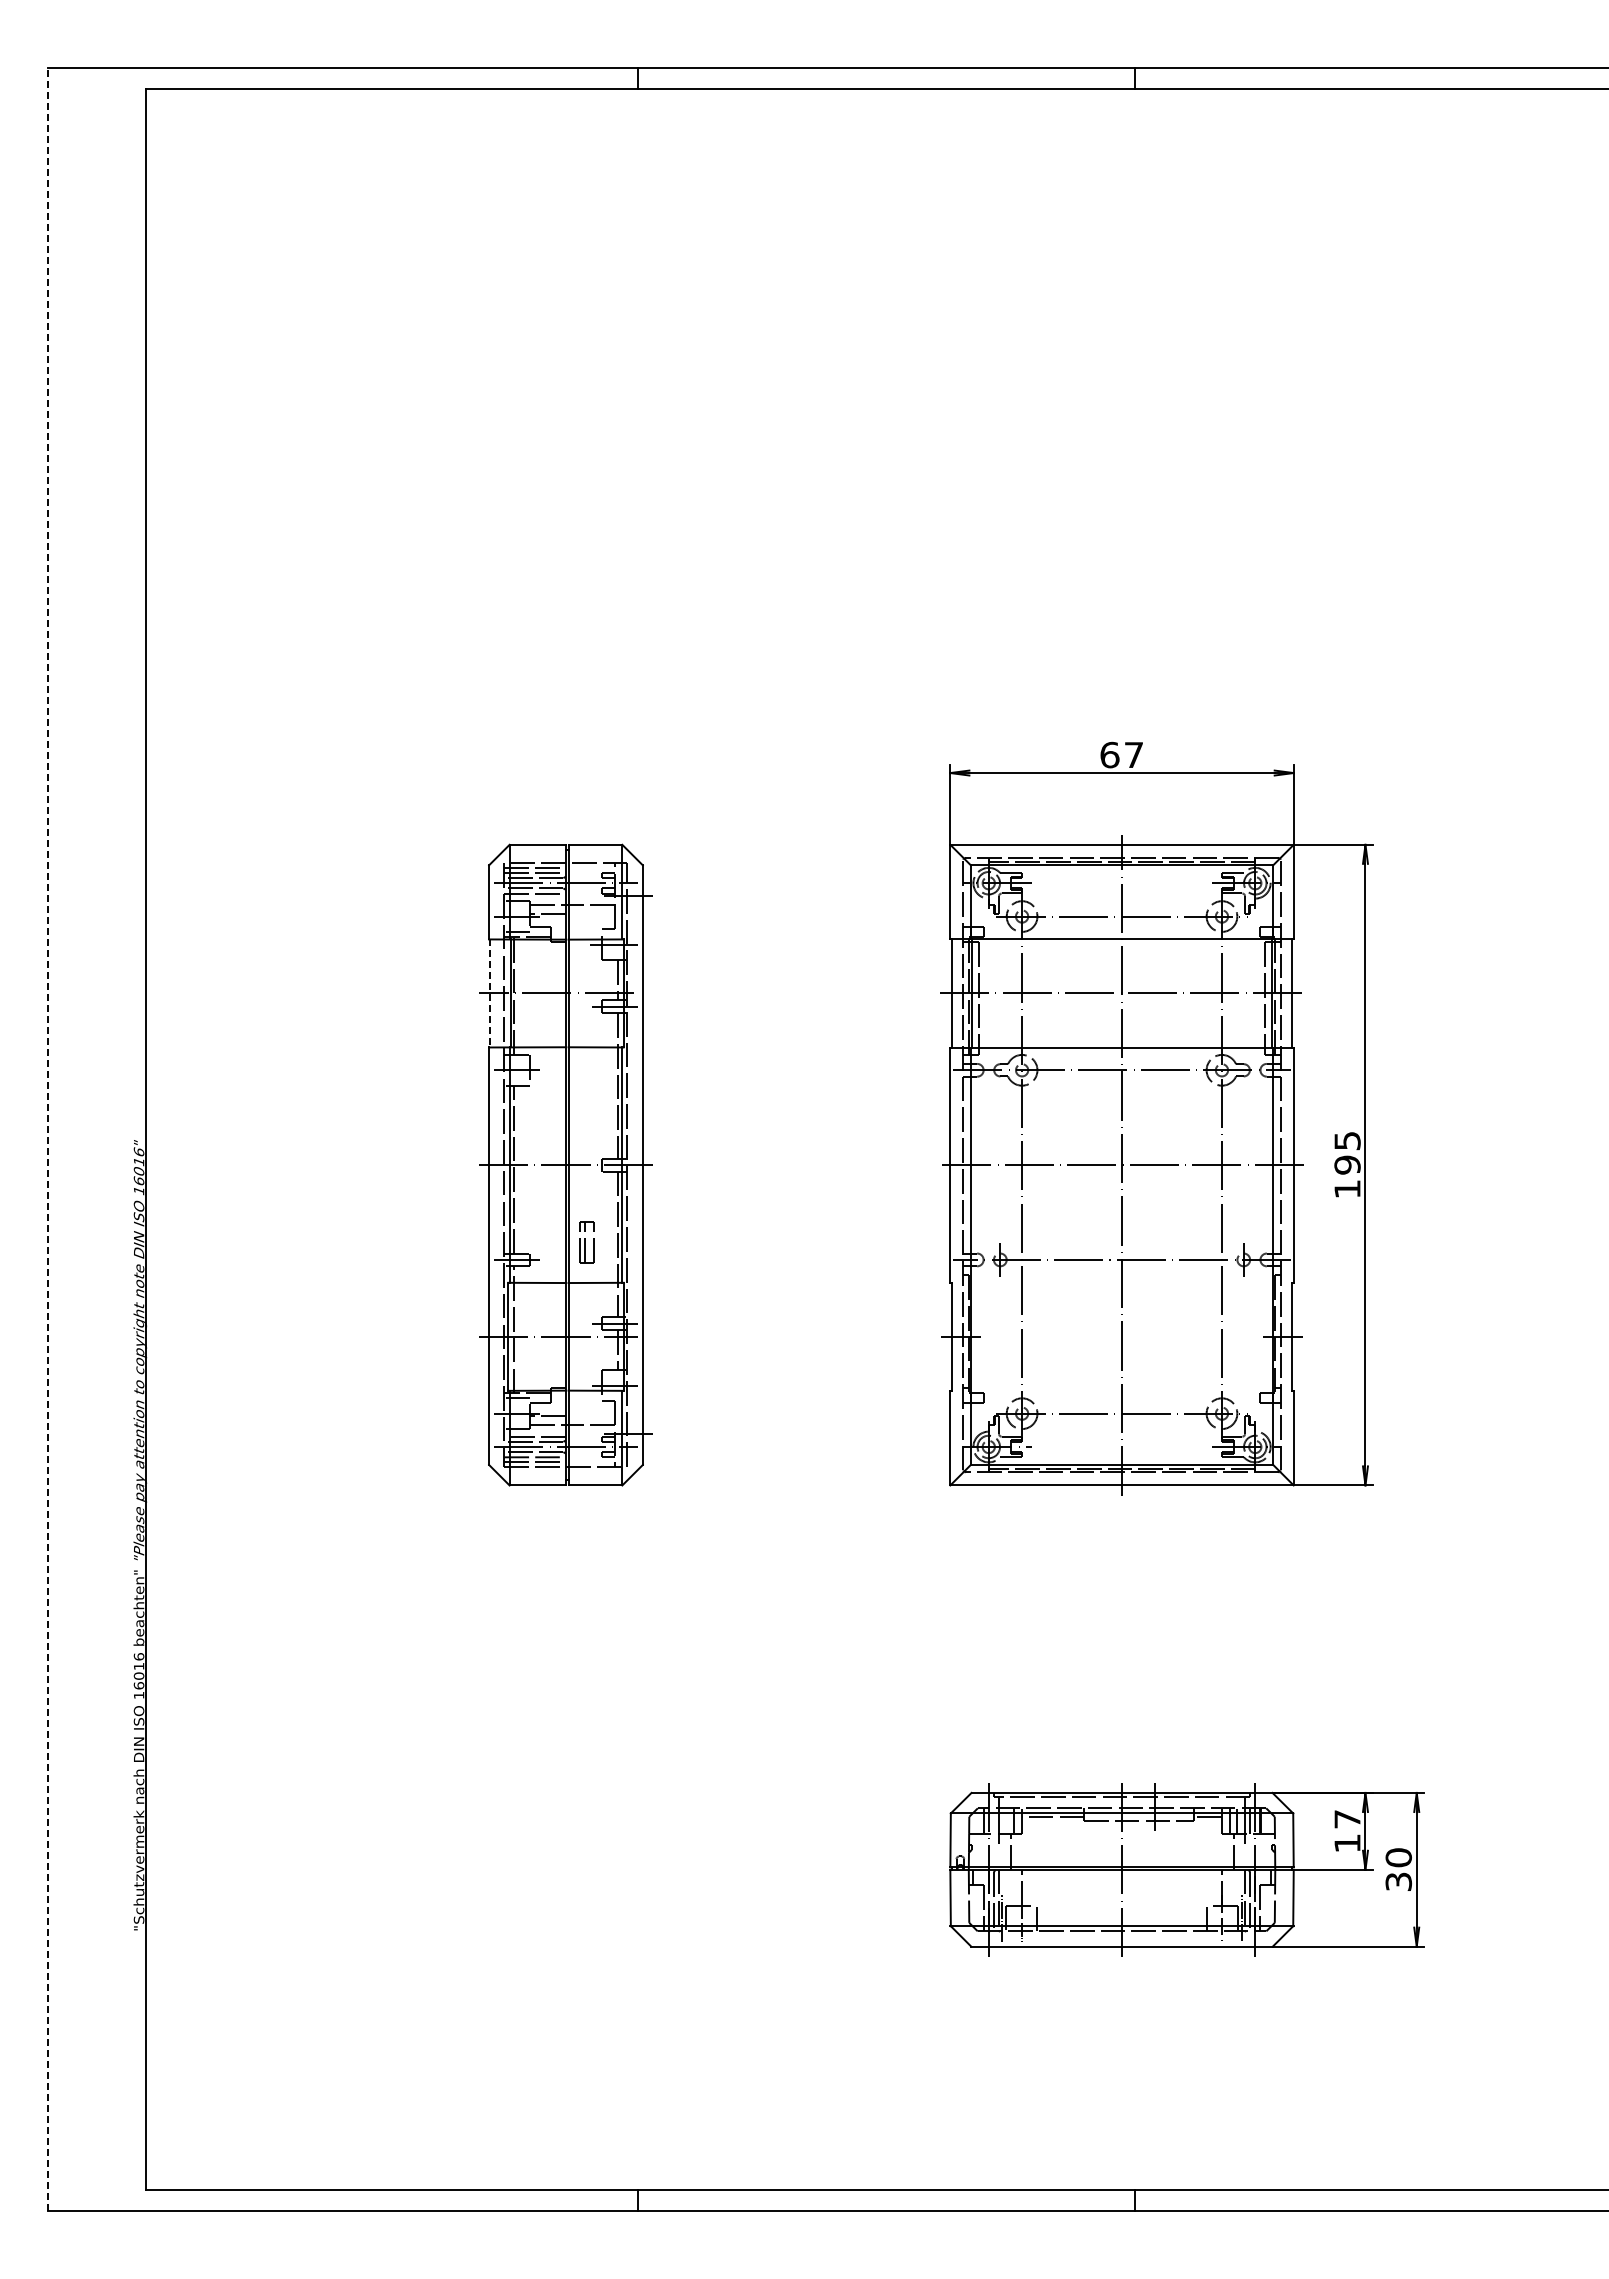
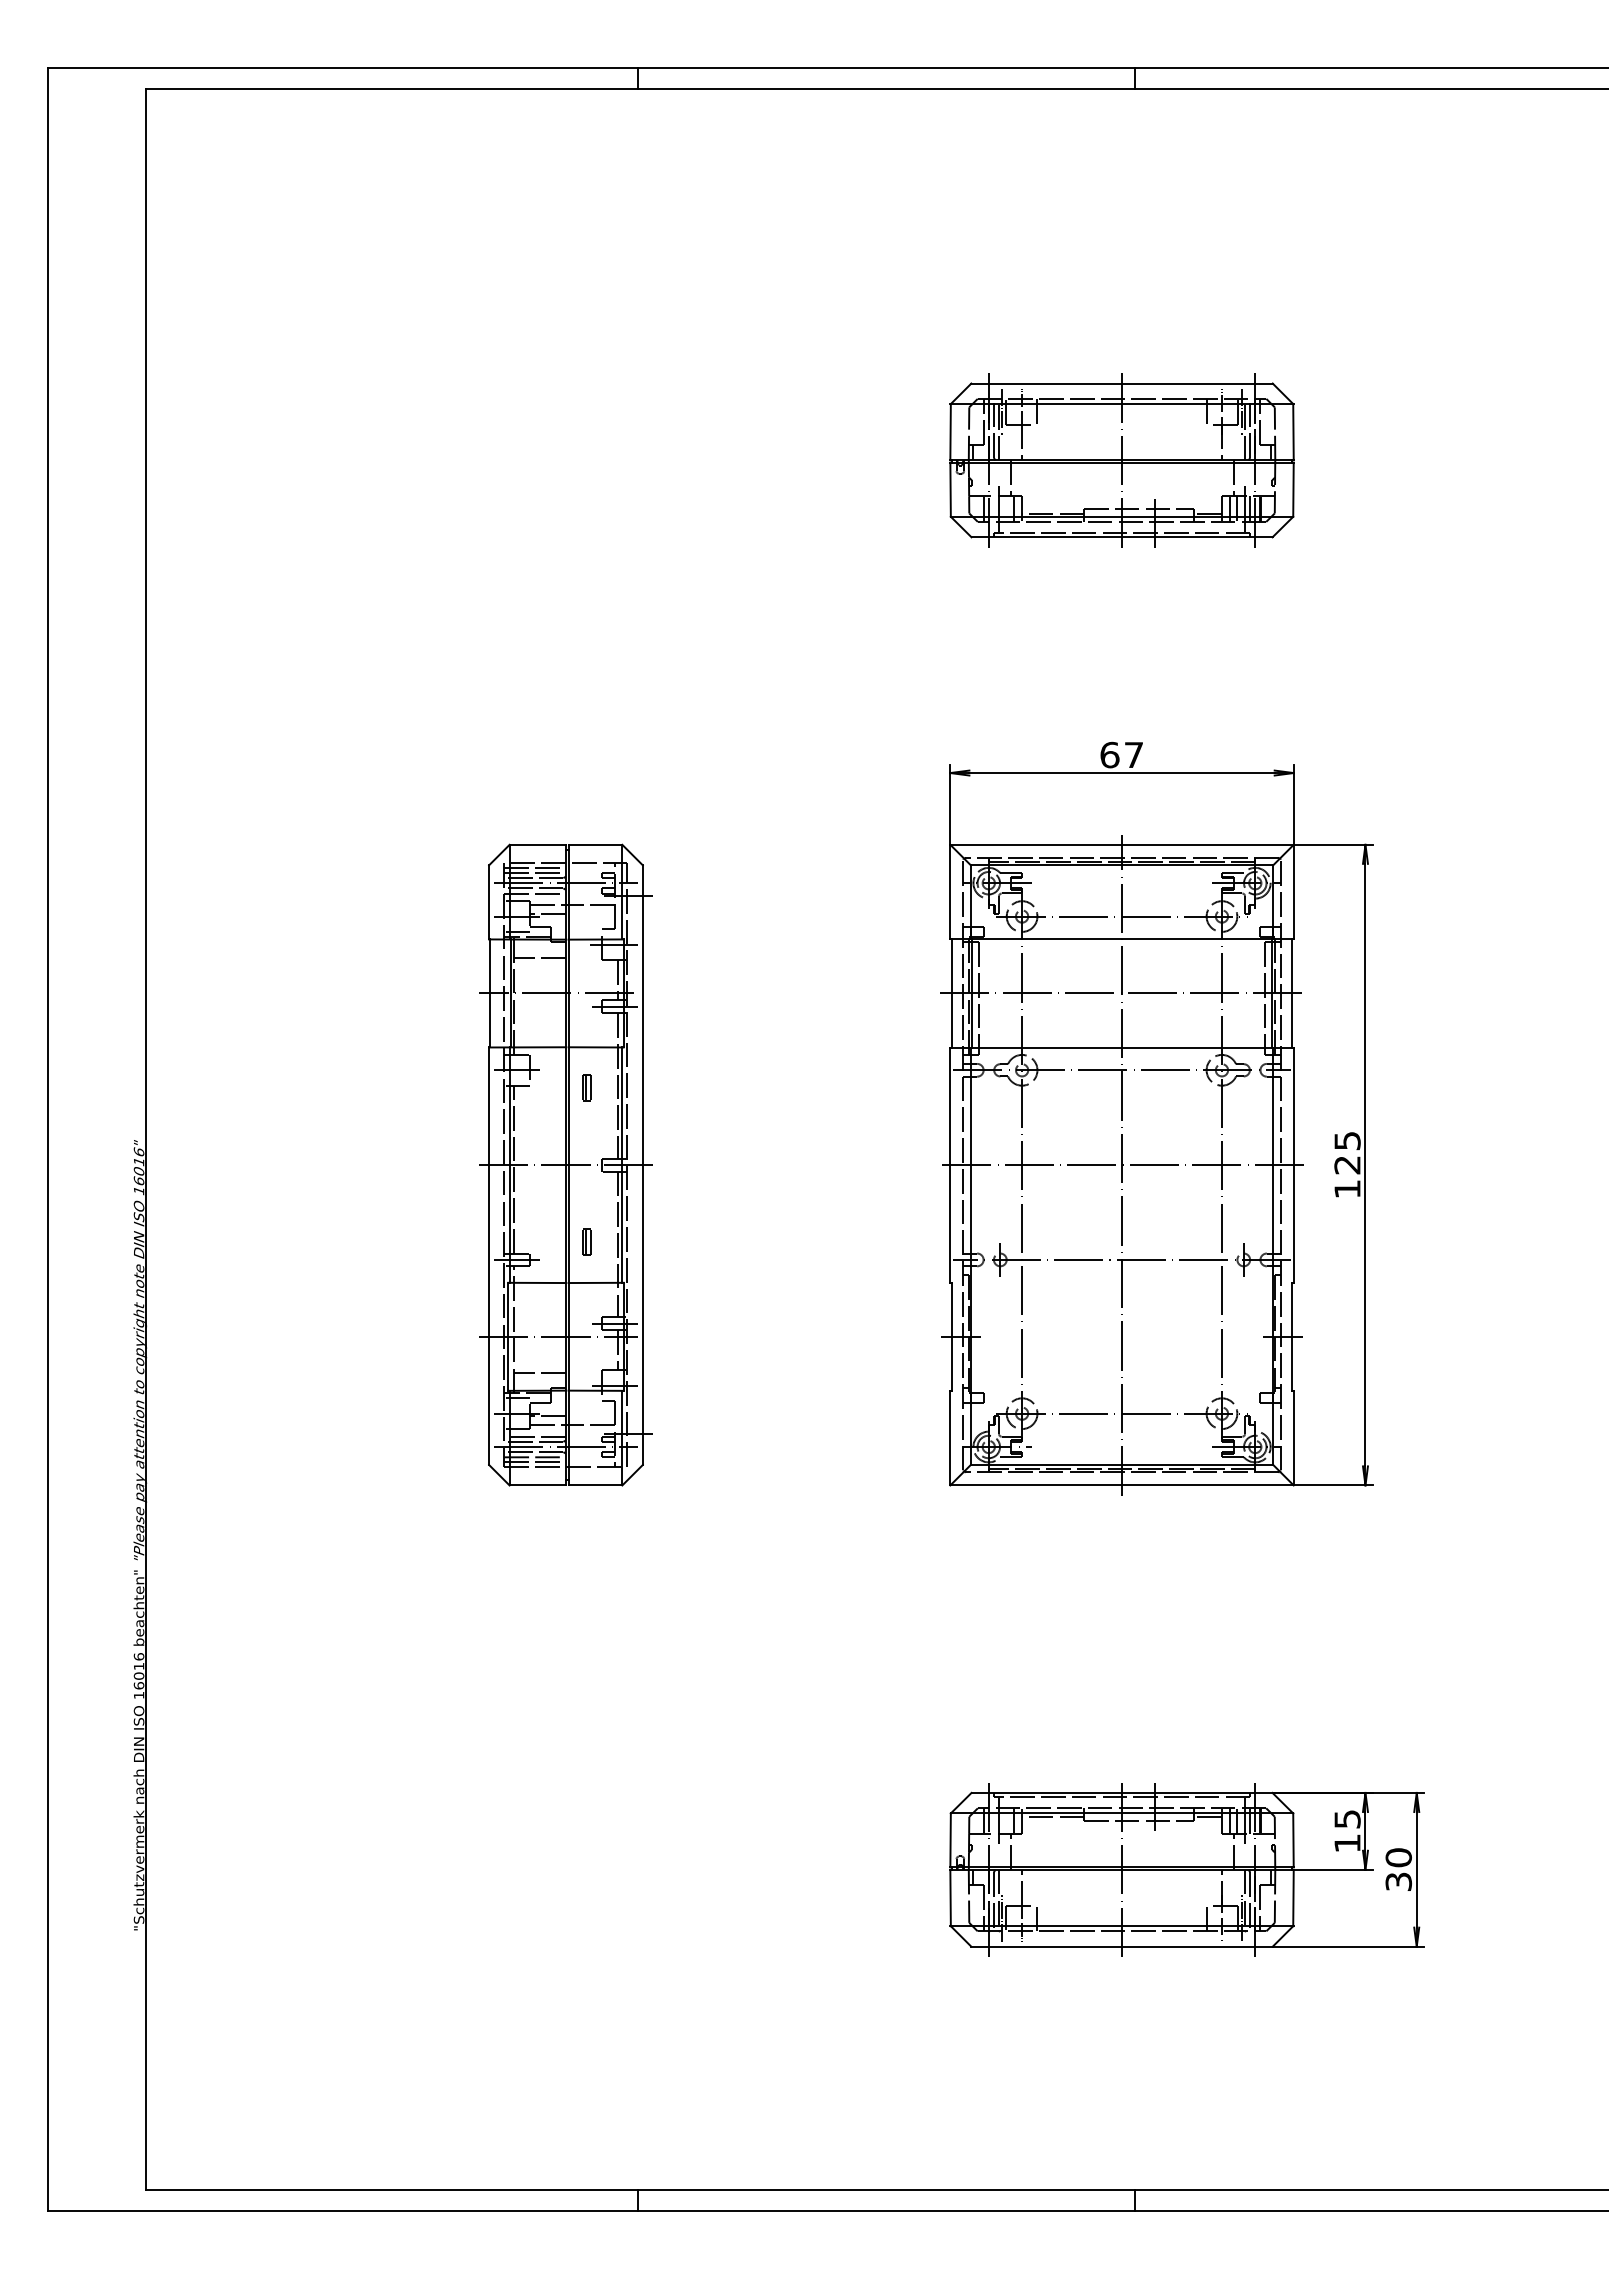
part at (1121, 460): none -> present
line at (539, 957): none -> present
line at (490, 993): dashed -> solid
part at (586, 1087): none -> present
line at (48, 1139): dashed -> solid
text at (1347, 1164): 195 -> 125
part at (586, 1242) size: 16x43 px -> 10x28 px
line at (539, 1372): none -> present
text at (1347, 1819): 17 -> 15
